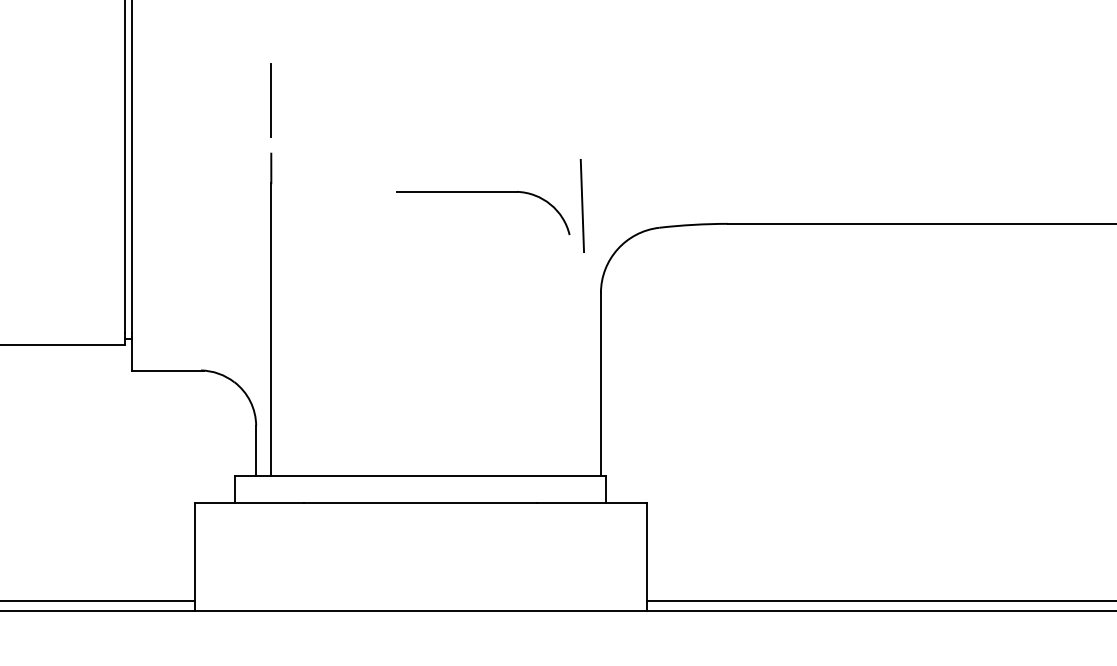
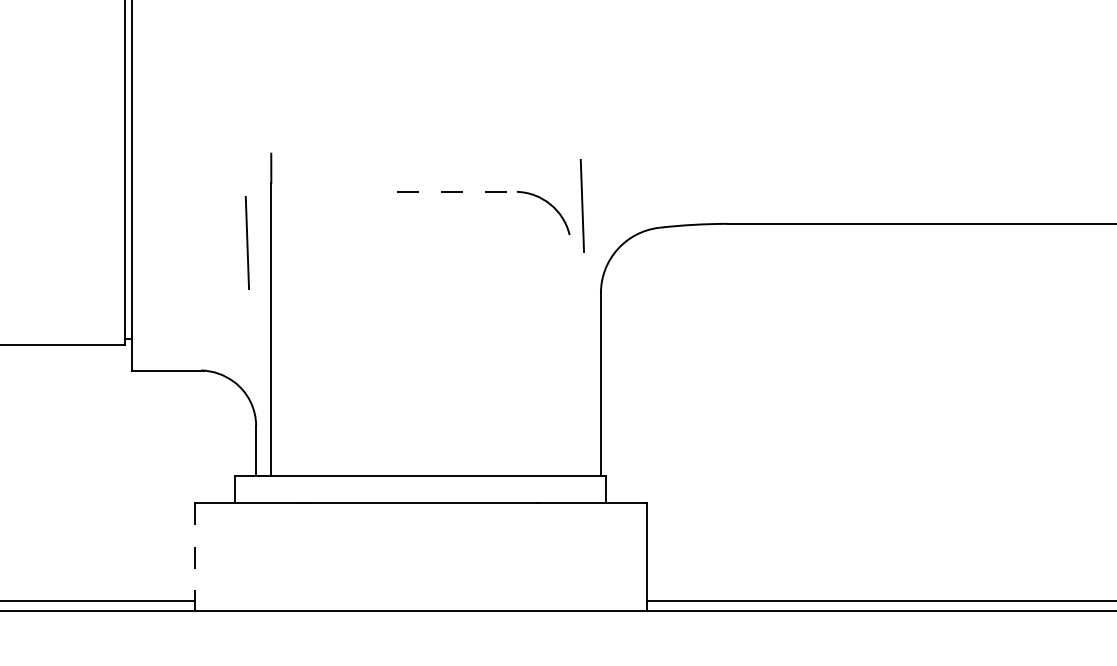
line at (271, 100): present -> none
line at (457, 191): solid -> dashed
line at (246, 242): none -> present
line at (194, 557): solid -> dashed
